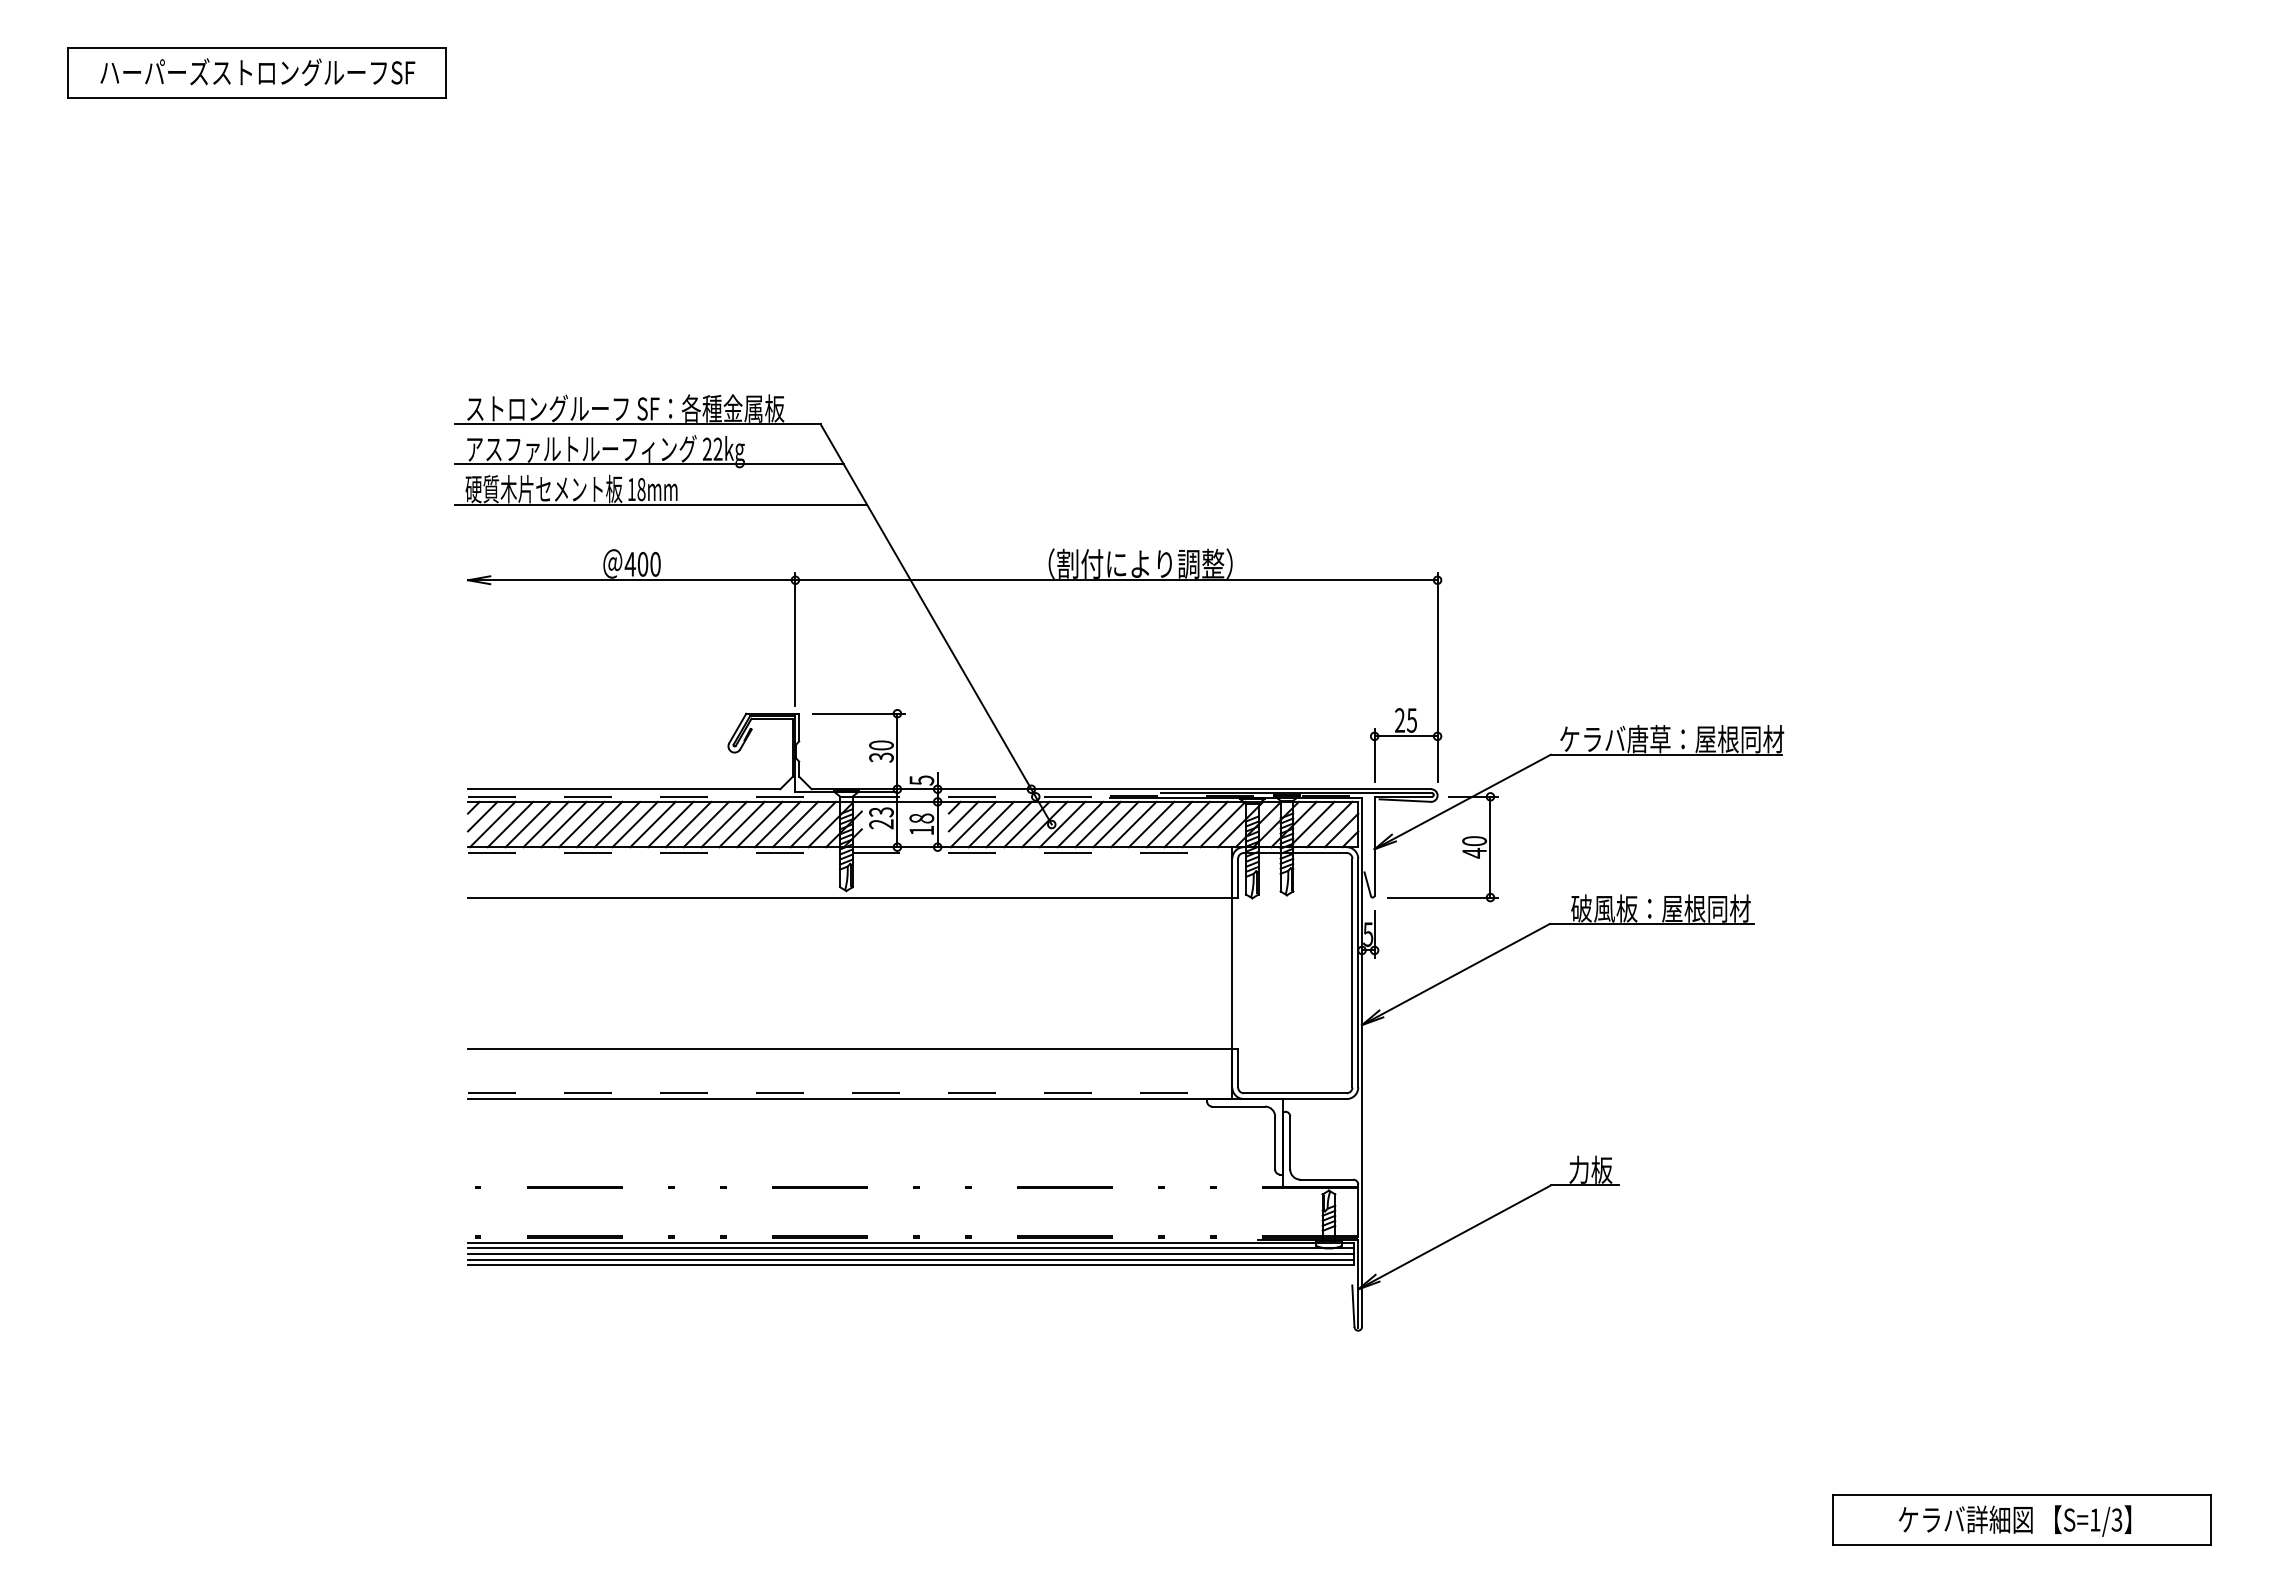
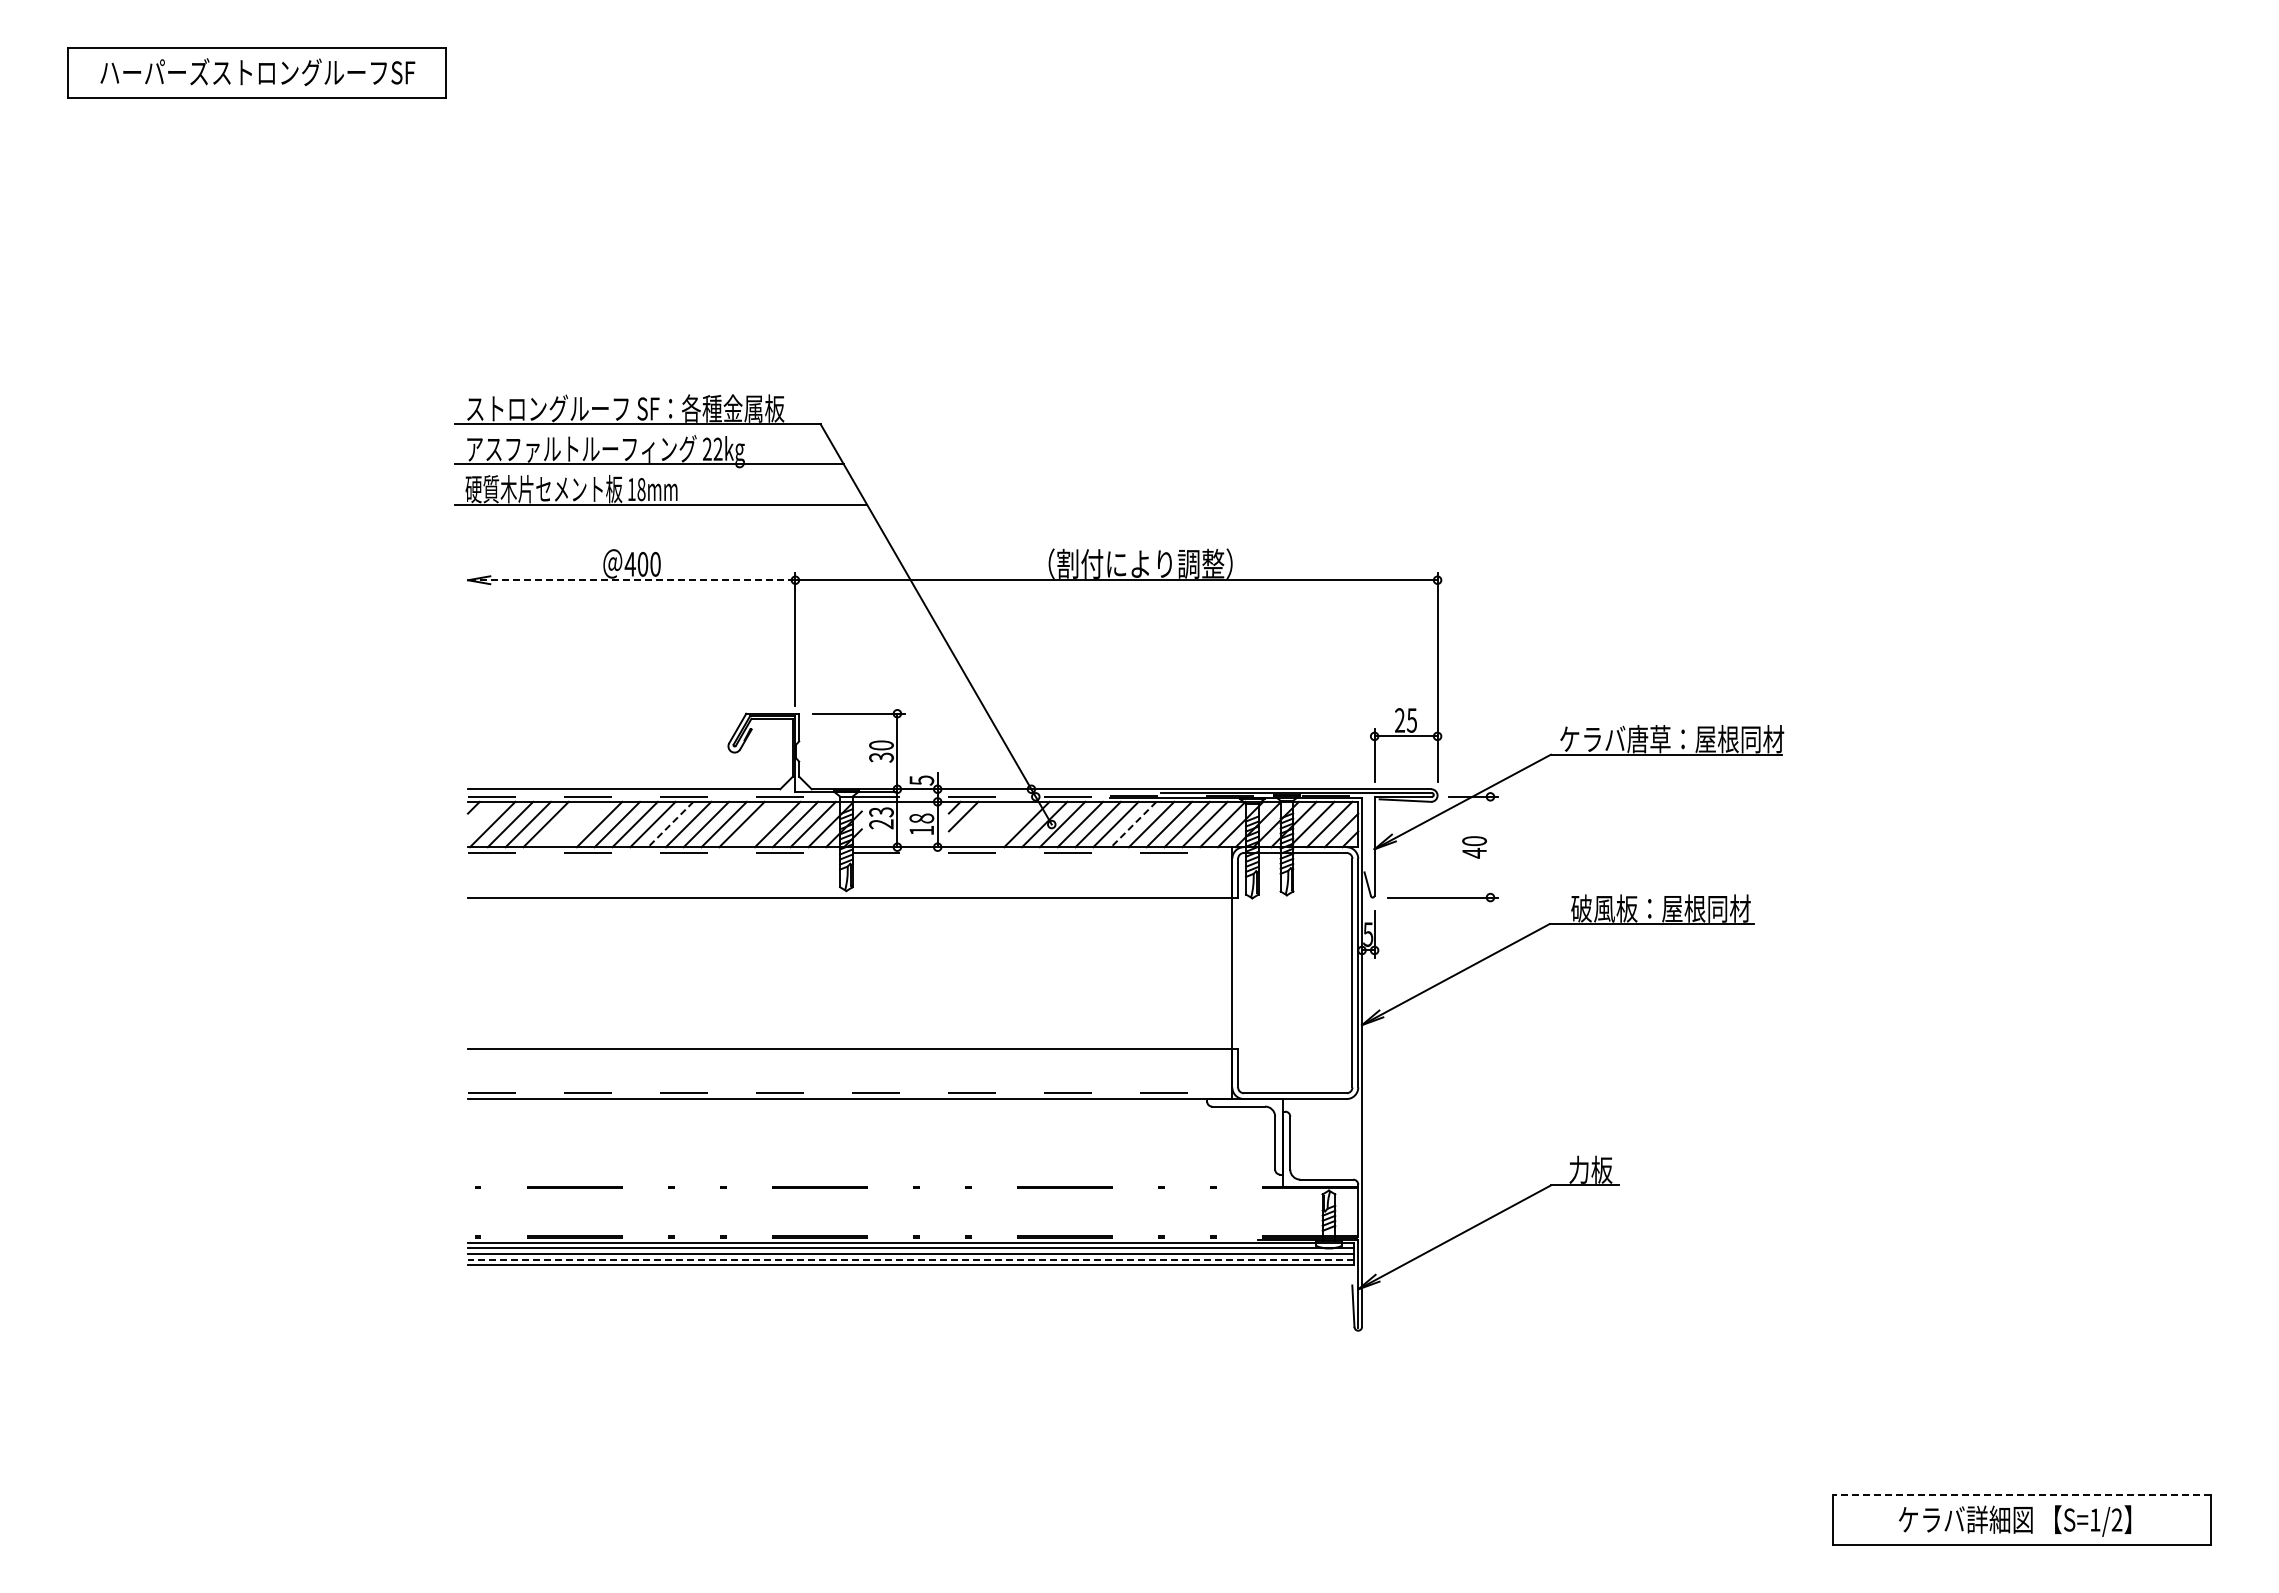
line at (631, 580): solid -> dashed
line at (482, 816): present -> none
line at (563, 824): present -> none
line at (581, 824): present -> none
line at (670, 824): solid -> dashed
line at (759, 824): present -> none
line at (973, 824): present -> none
line at (990, 824): present -> none
line at (1008, 824): present -> none
line at (1133, 824): solid -> dashed
line at (1490, 846): present -> none
line at (910, 1259): solid -> dashed
line at (2021, 1494): solid -> dashed
text at (2116, 1519): S=1/3 -> S=1/2
